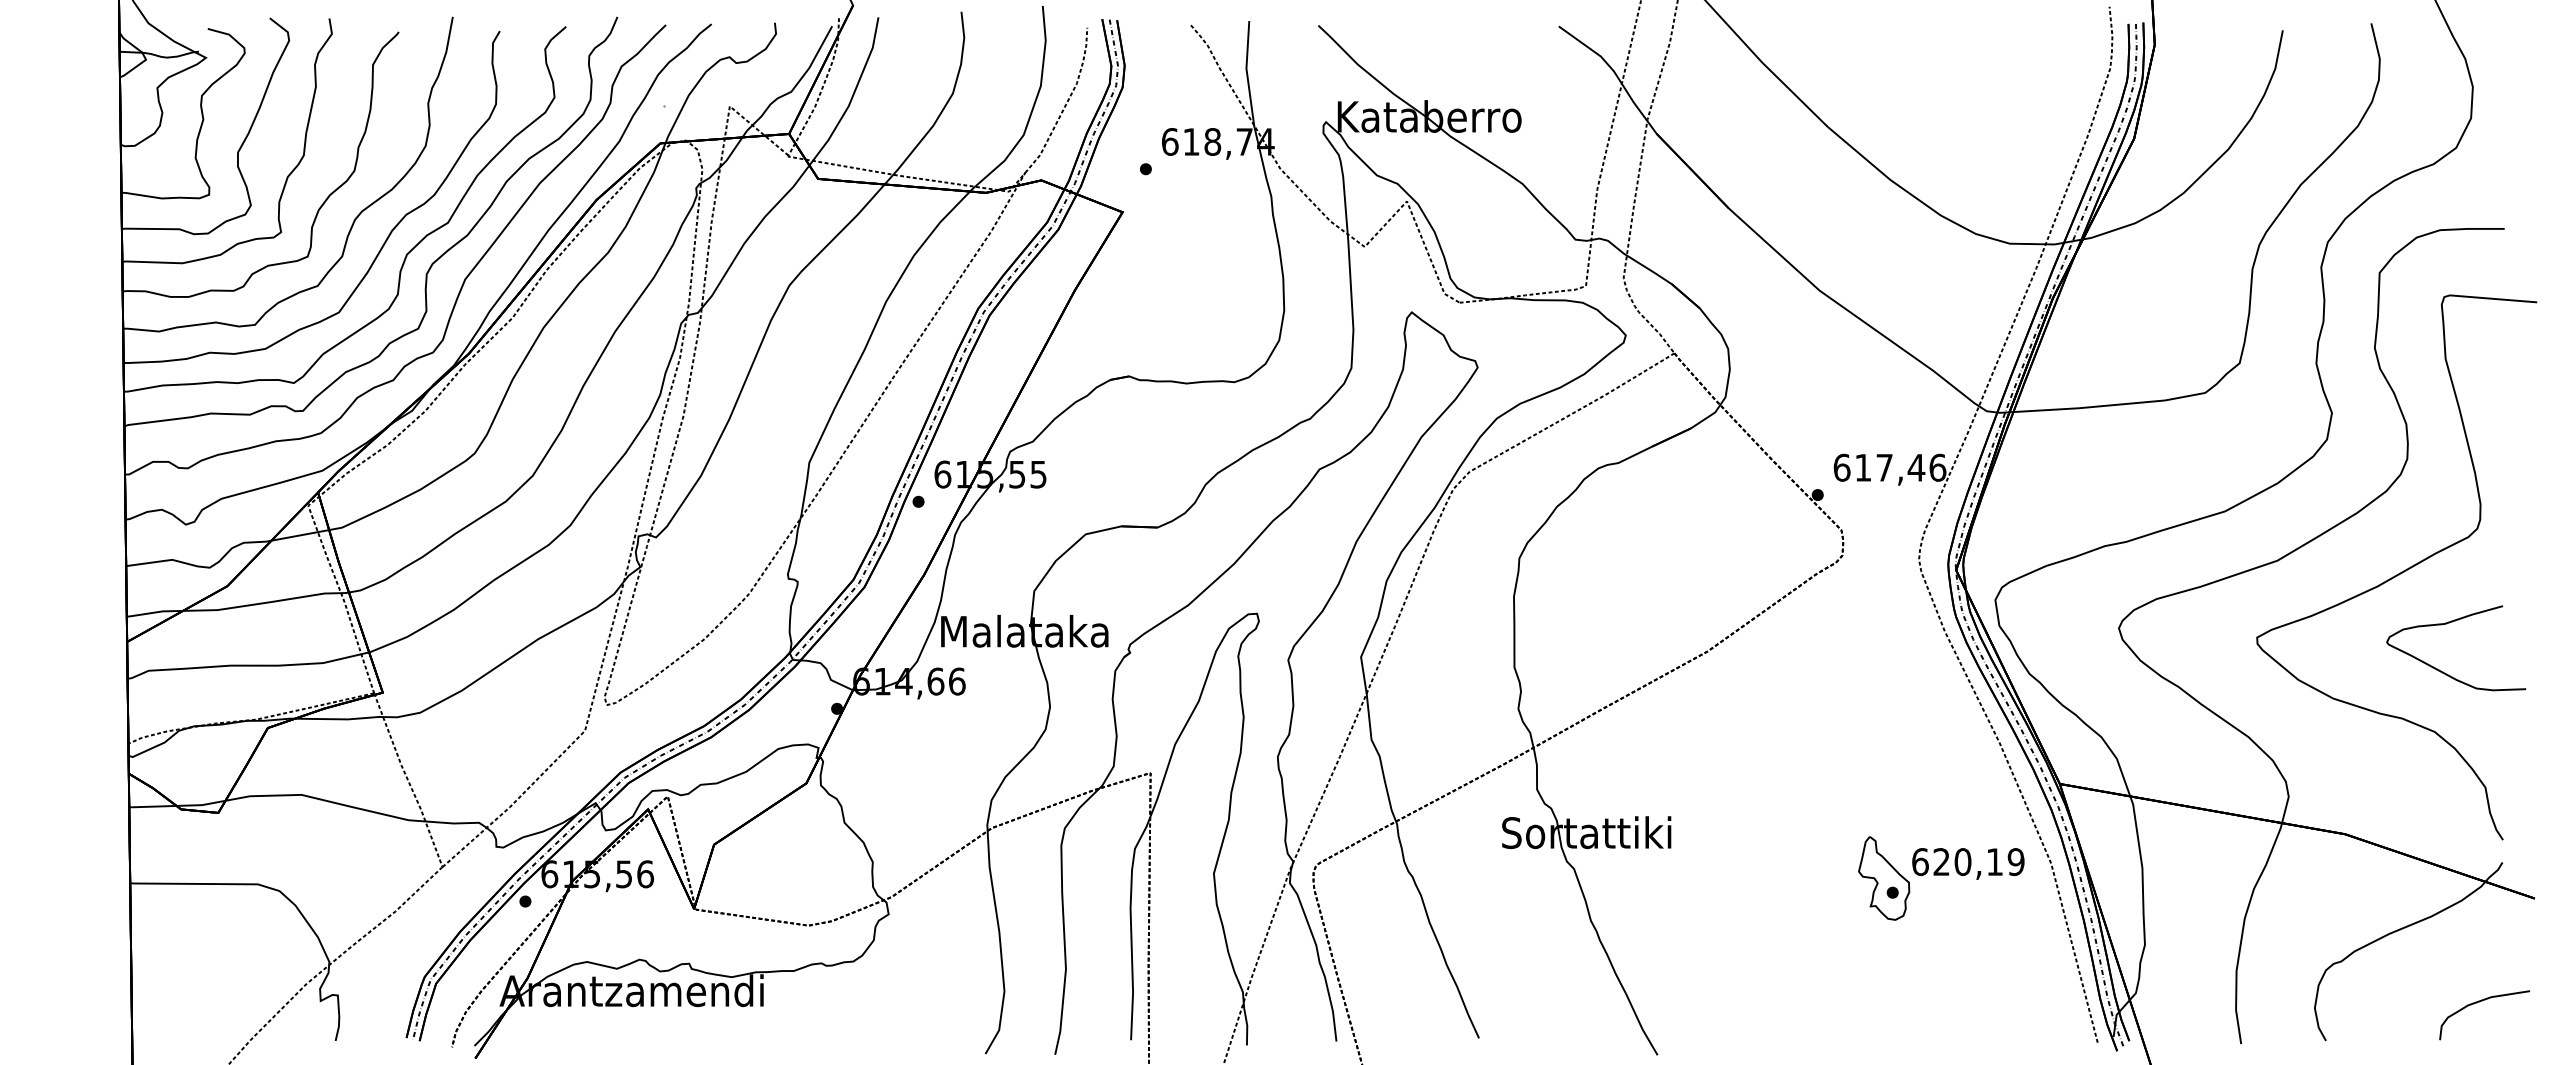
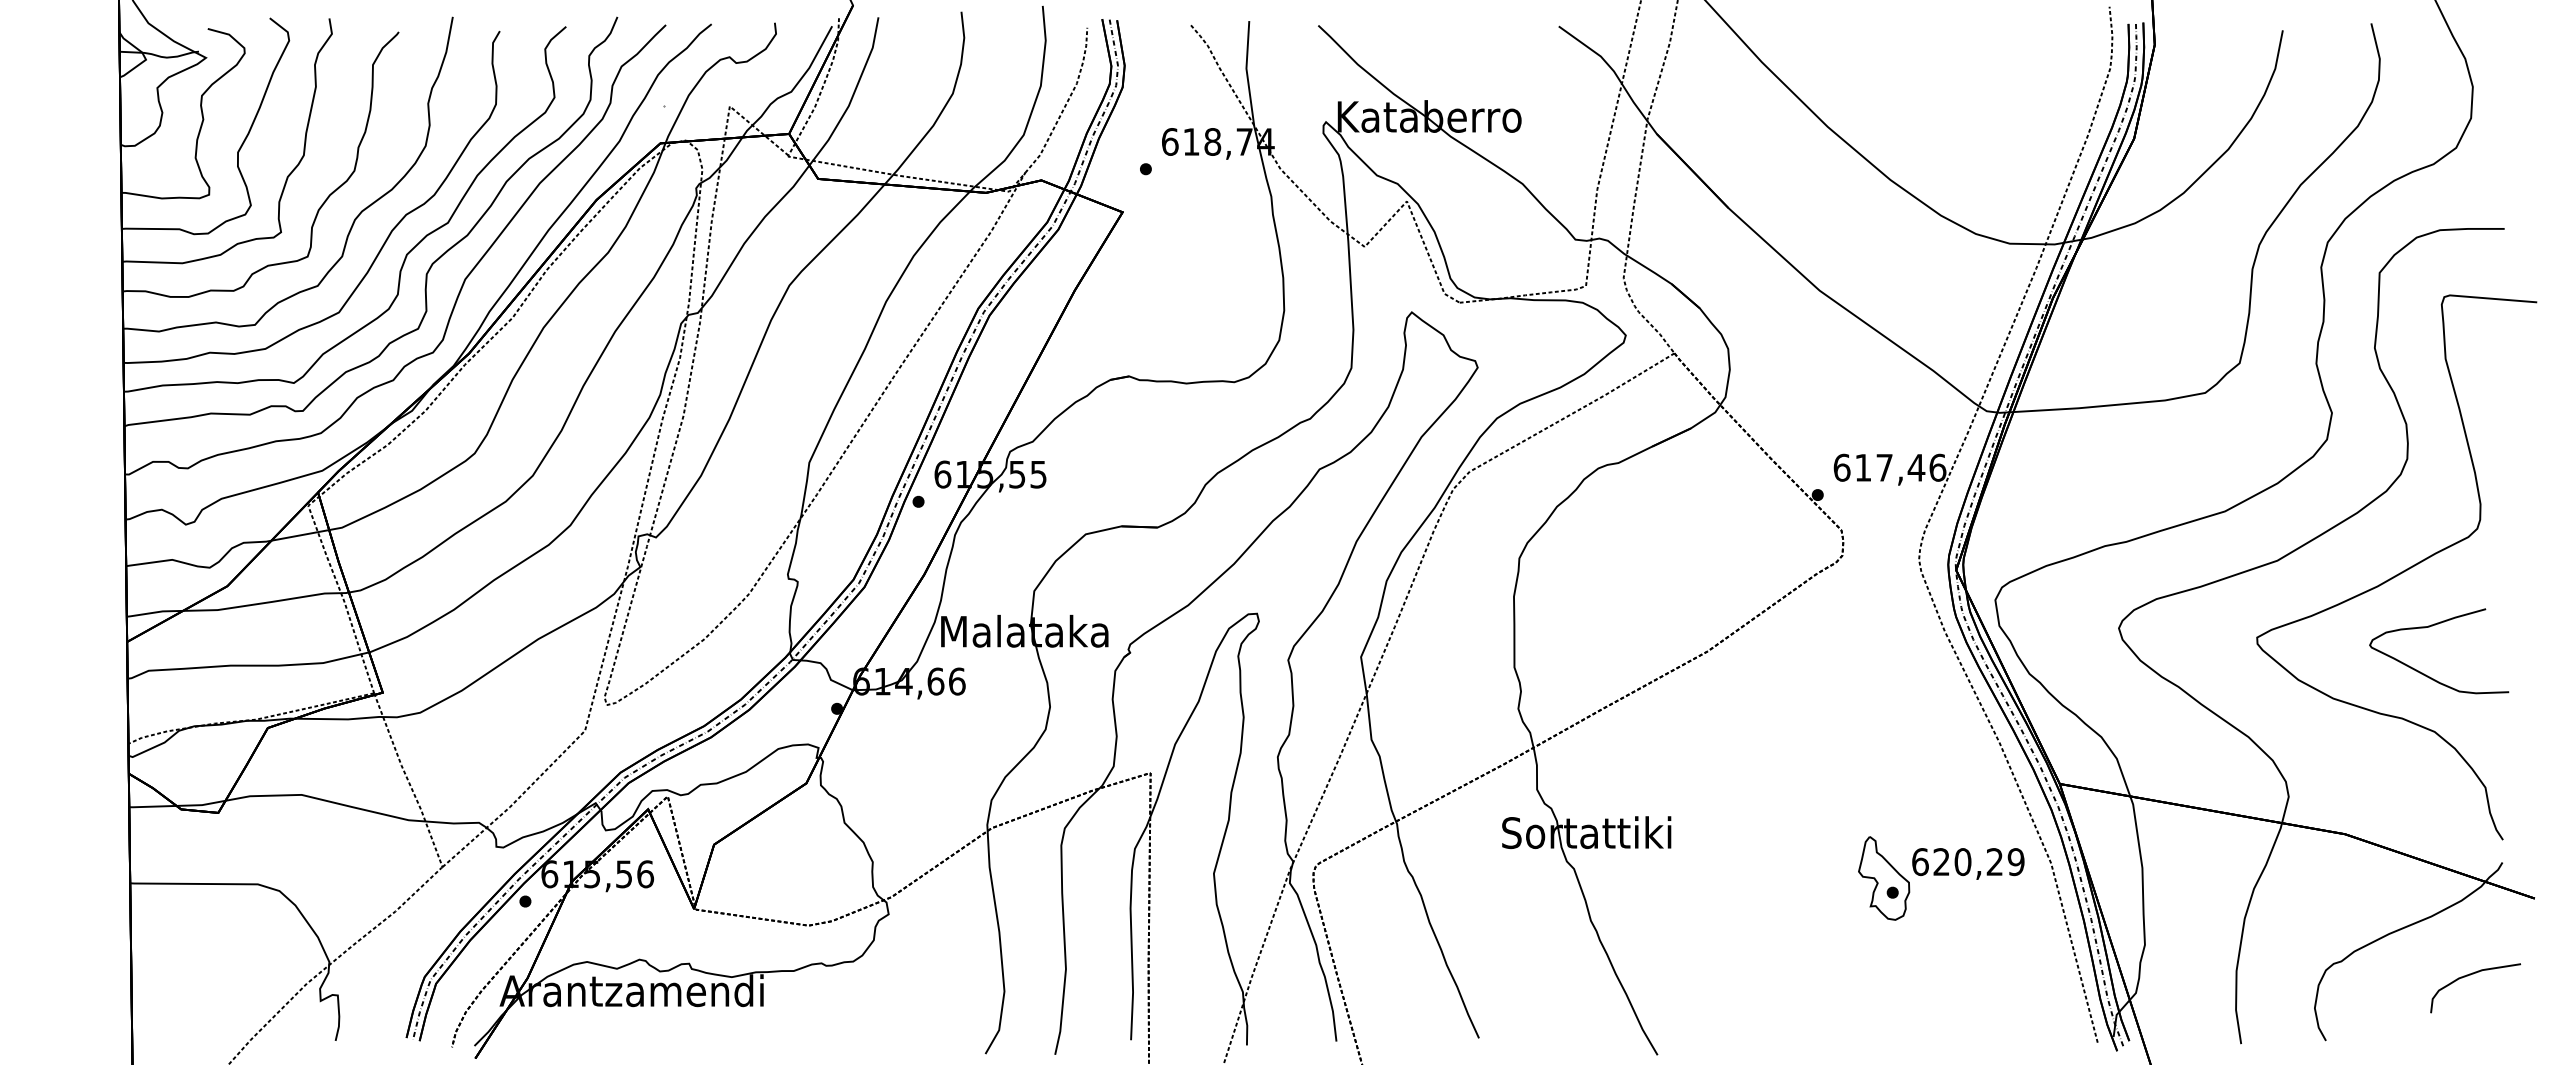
curve at (2449, 623) position: (2449, 623) -> (2432, 626)
text at (1994, 861): 620,19 -> 620,29
curve at (2479, 1002) position: (2479, 1002) -> (2470, 975)
